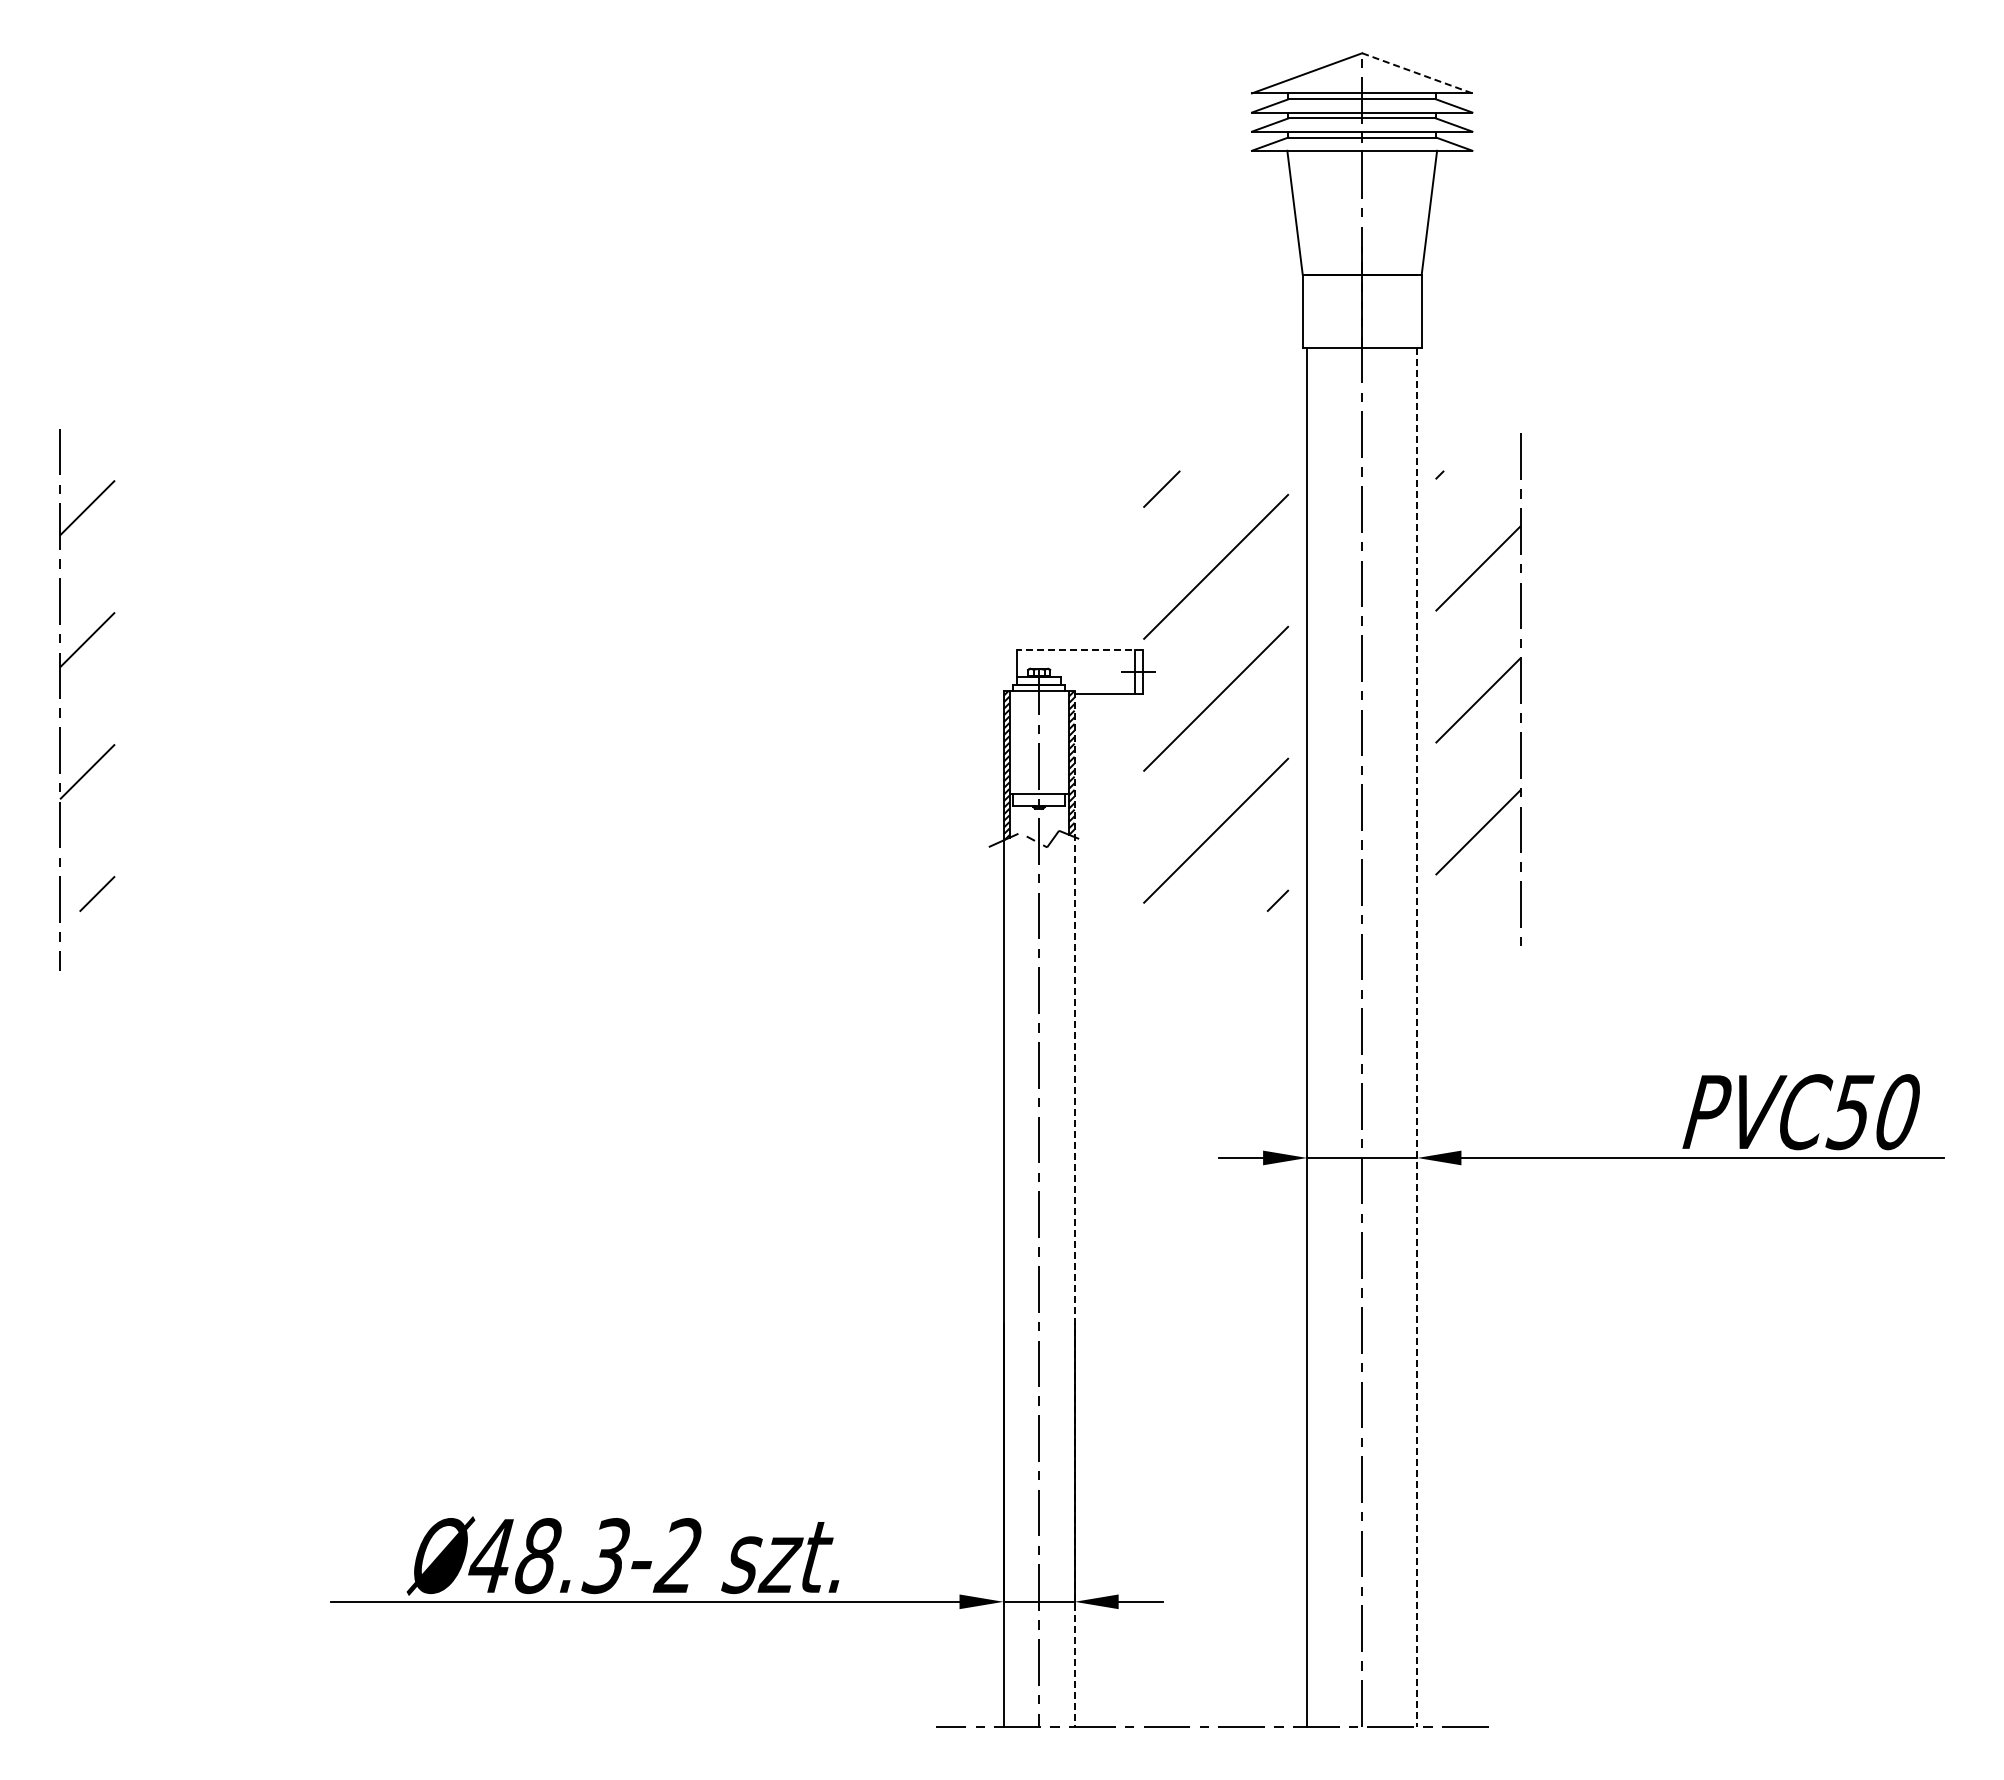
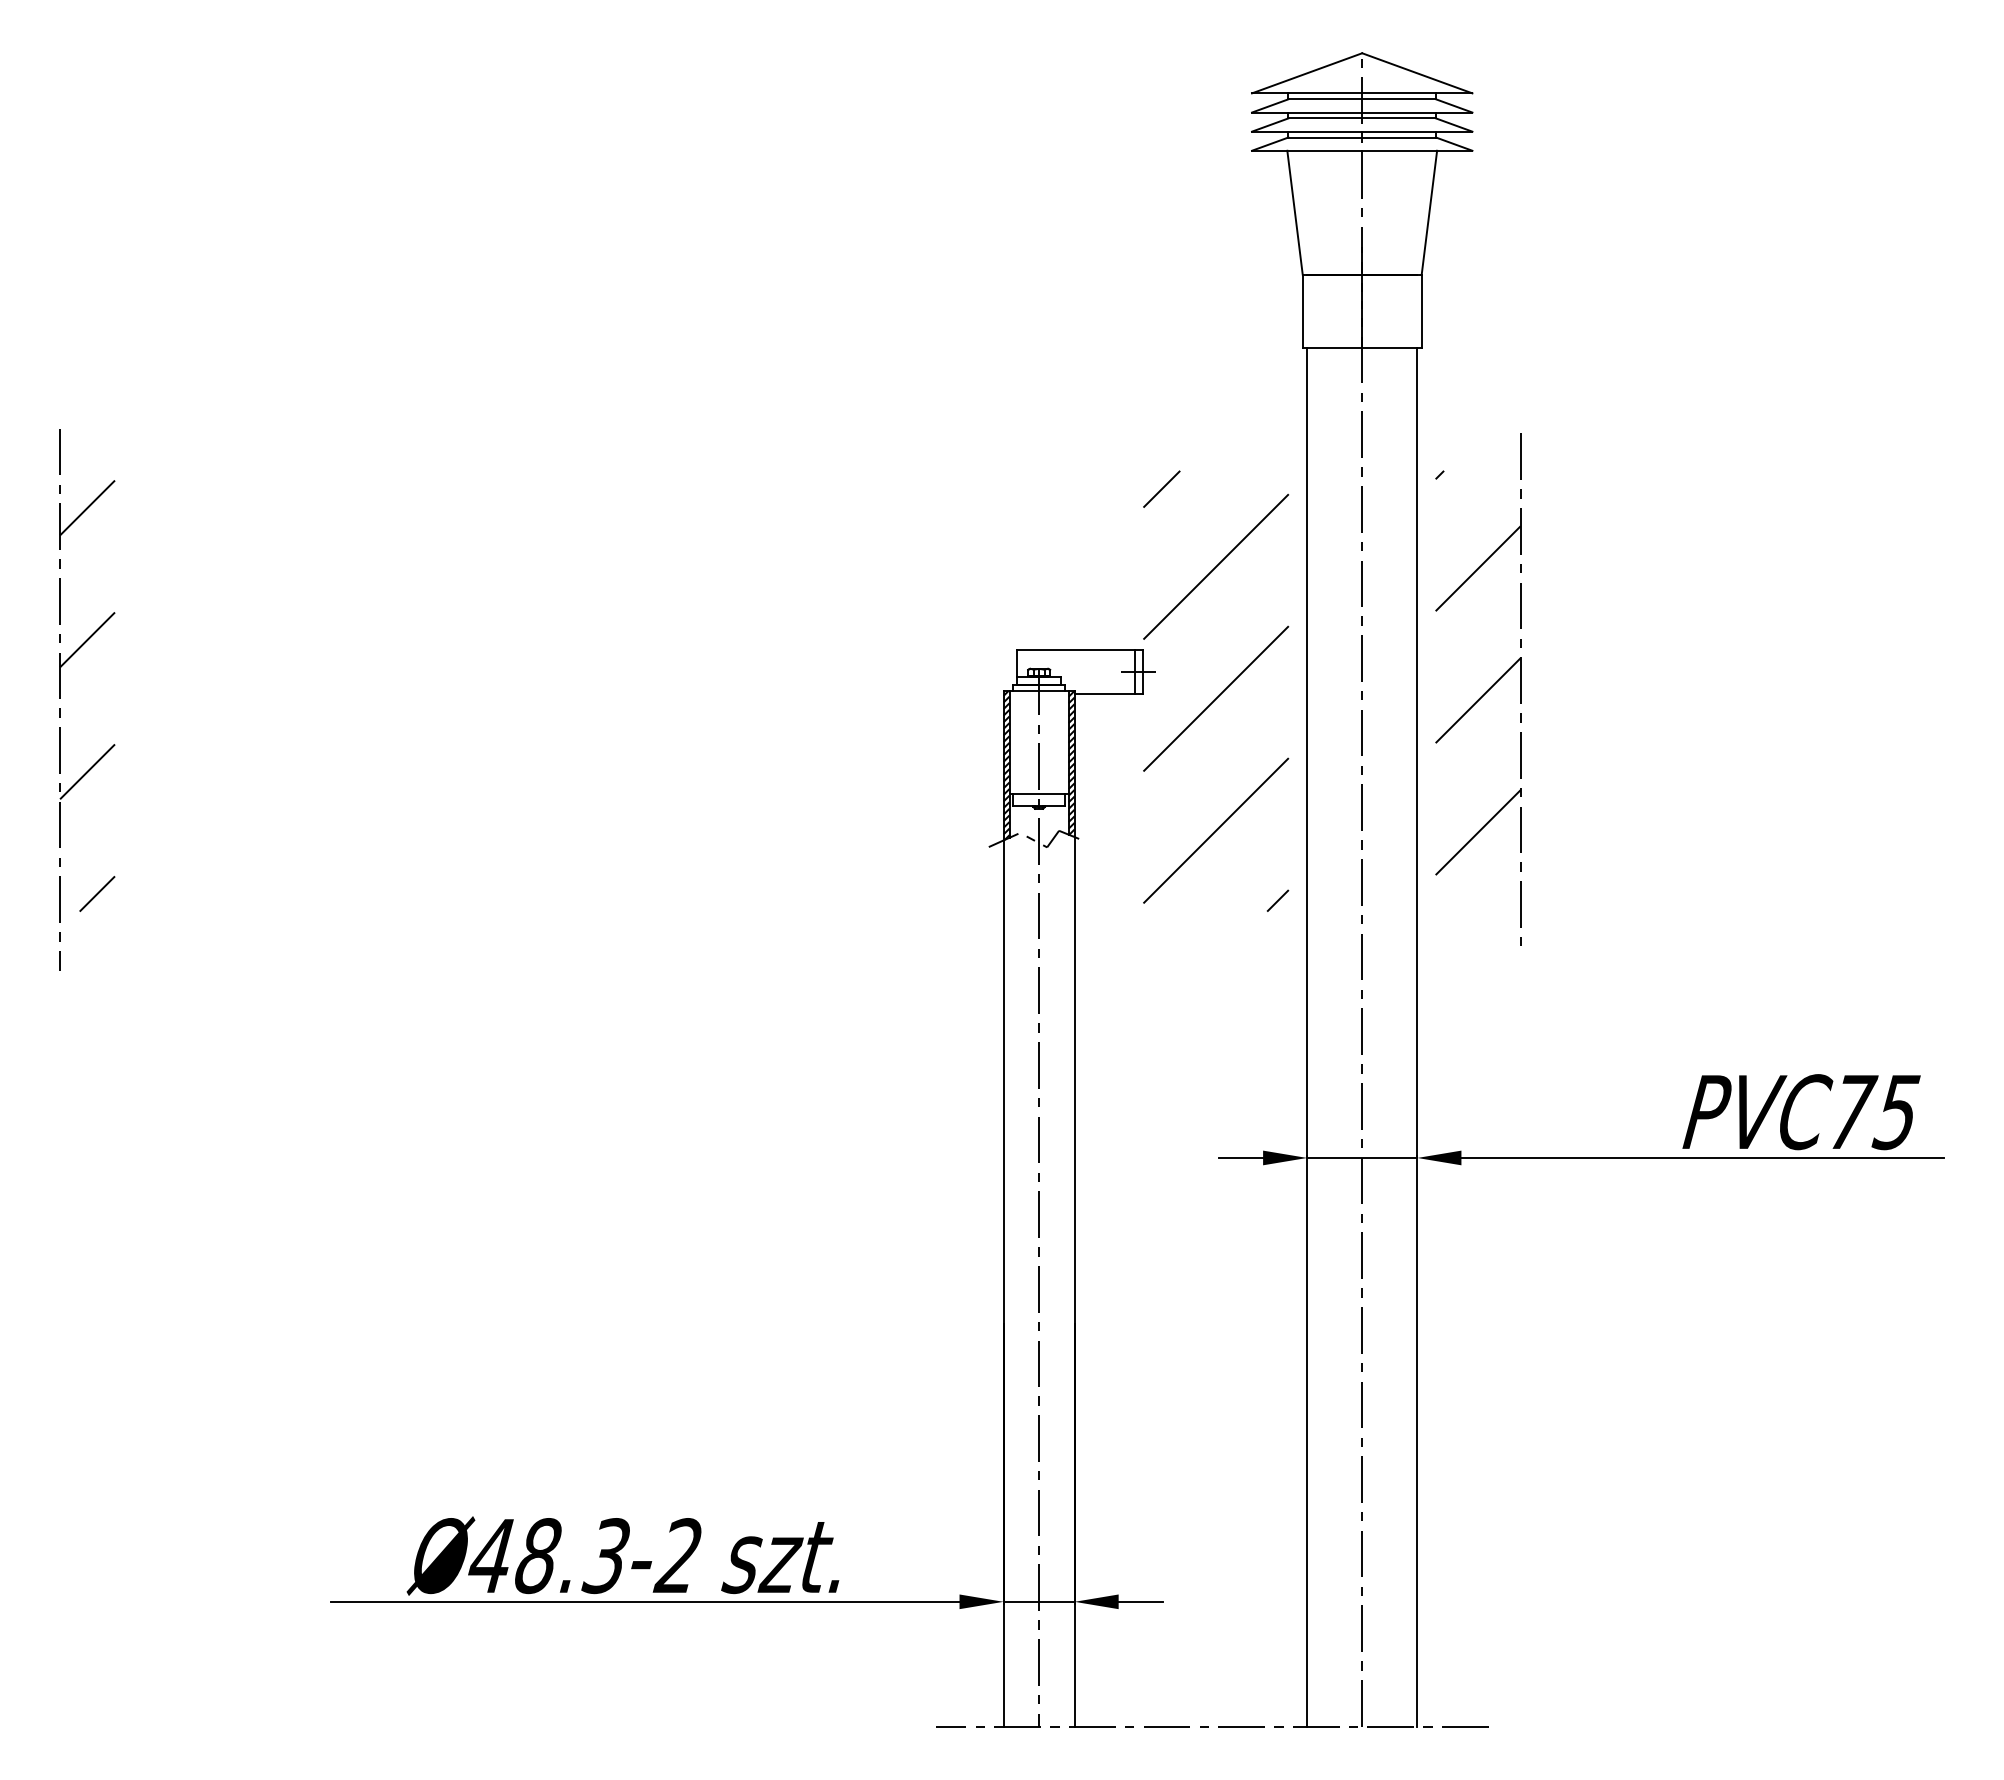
line at (1417, 73): dashed -> solid
line at (1079, 650): dashed -> solid
line at (1417, 1037): dashed -> solid
text at (1872, 1112): PVC50 -> PVC75
line at (1074, 1208): dashed -> solid
